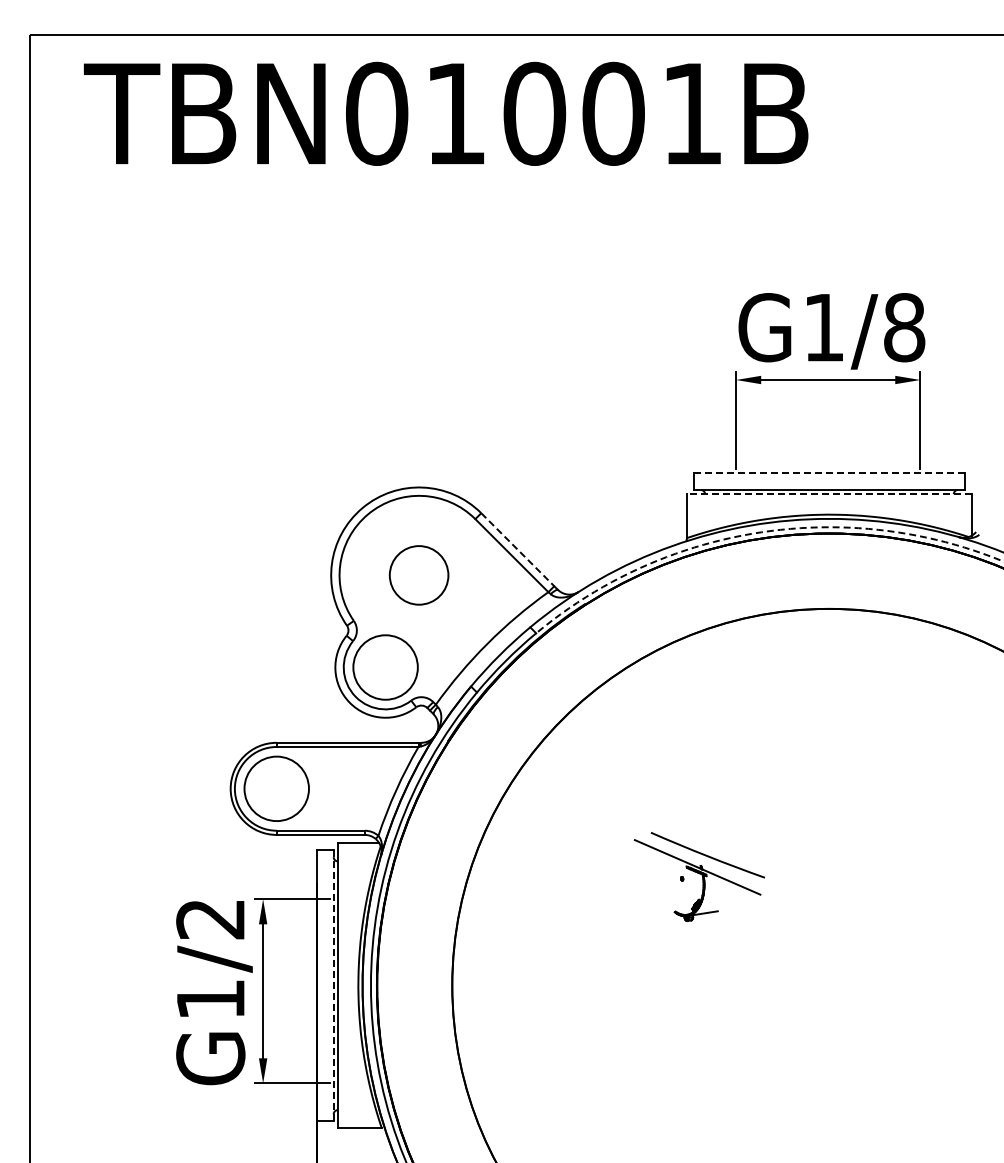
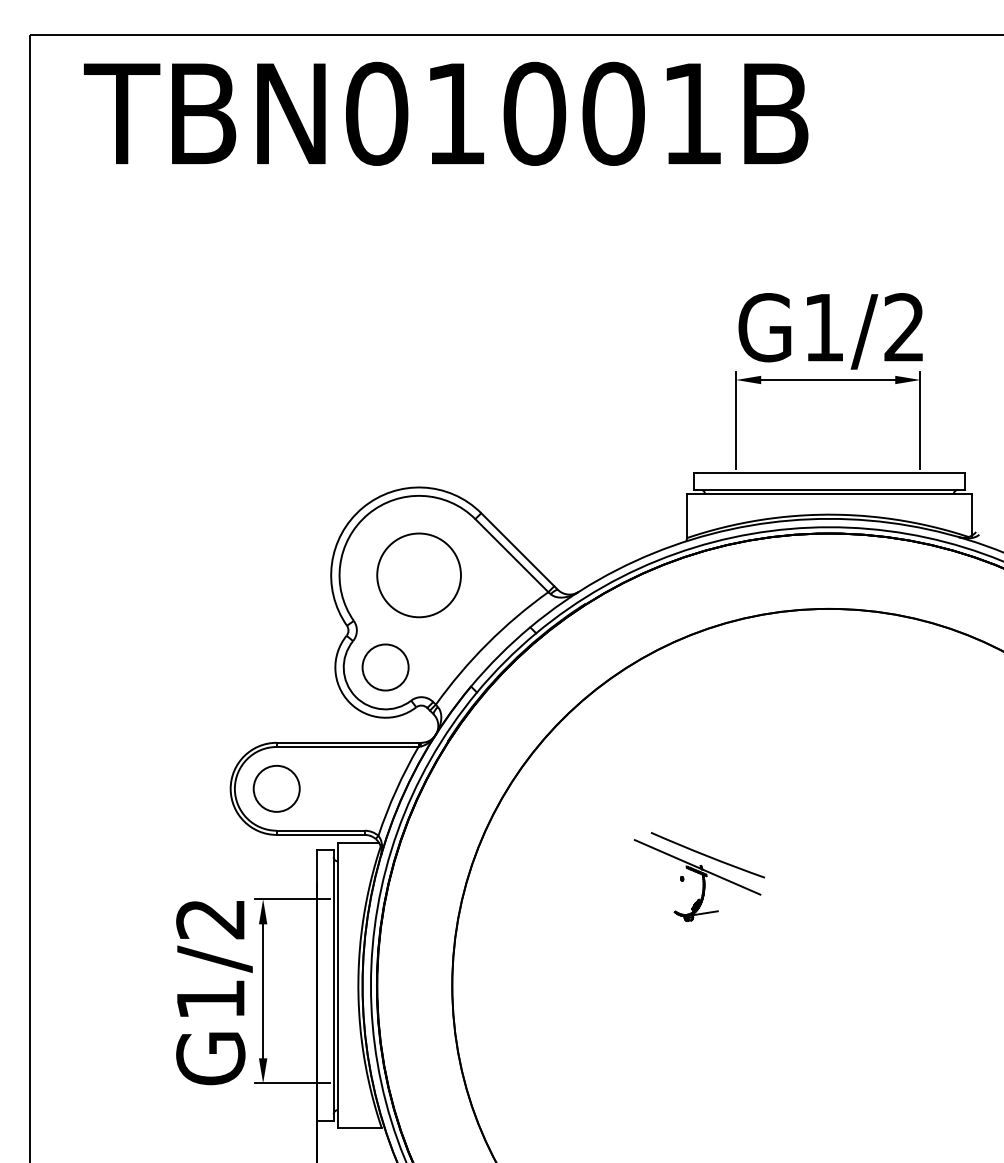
text at (904, 327): G1/8 -> G1/2
line at (830, 473): dashed -> solid
line at (828, 494): dashed -> solid
arc at (760, 532): dashed -> solid
line at (517, 549): dashed -> solid
circle at (418, 575) diameter: 59 px -> 84 px
circle at (385, 667) diameter: 64 px -> 46 px
circle at (276, 788) diameter: 64 px -> 46 px
line at (333, 985): dashed -> solid
